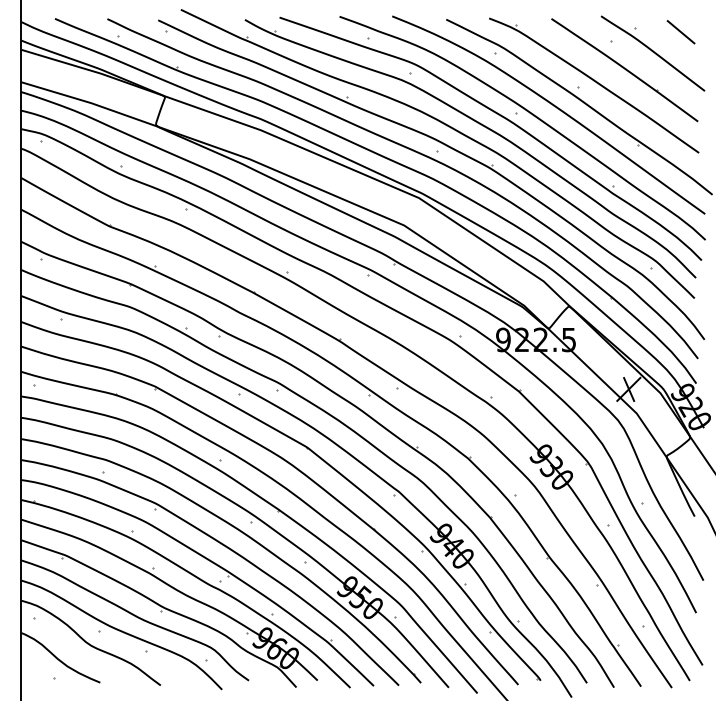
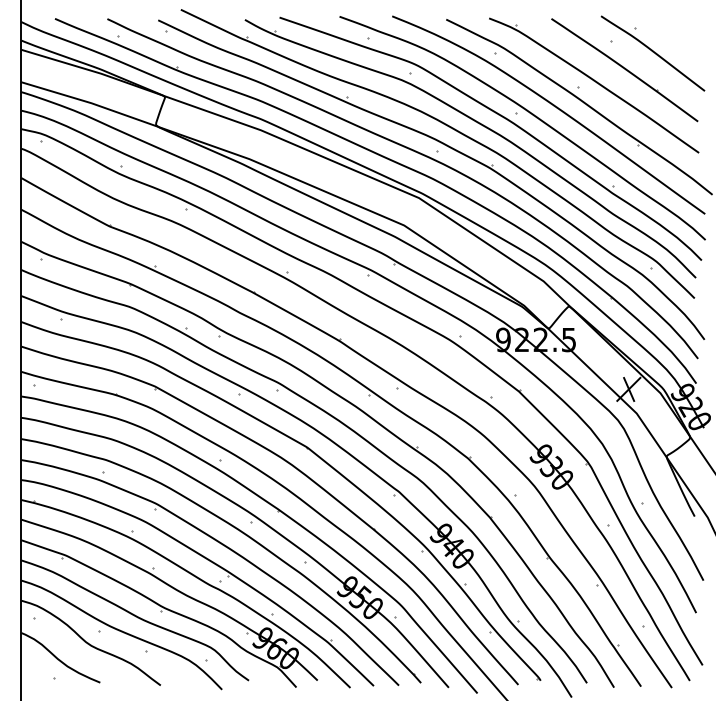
line at (680, 32): present -> none
